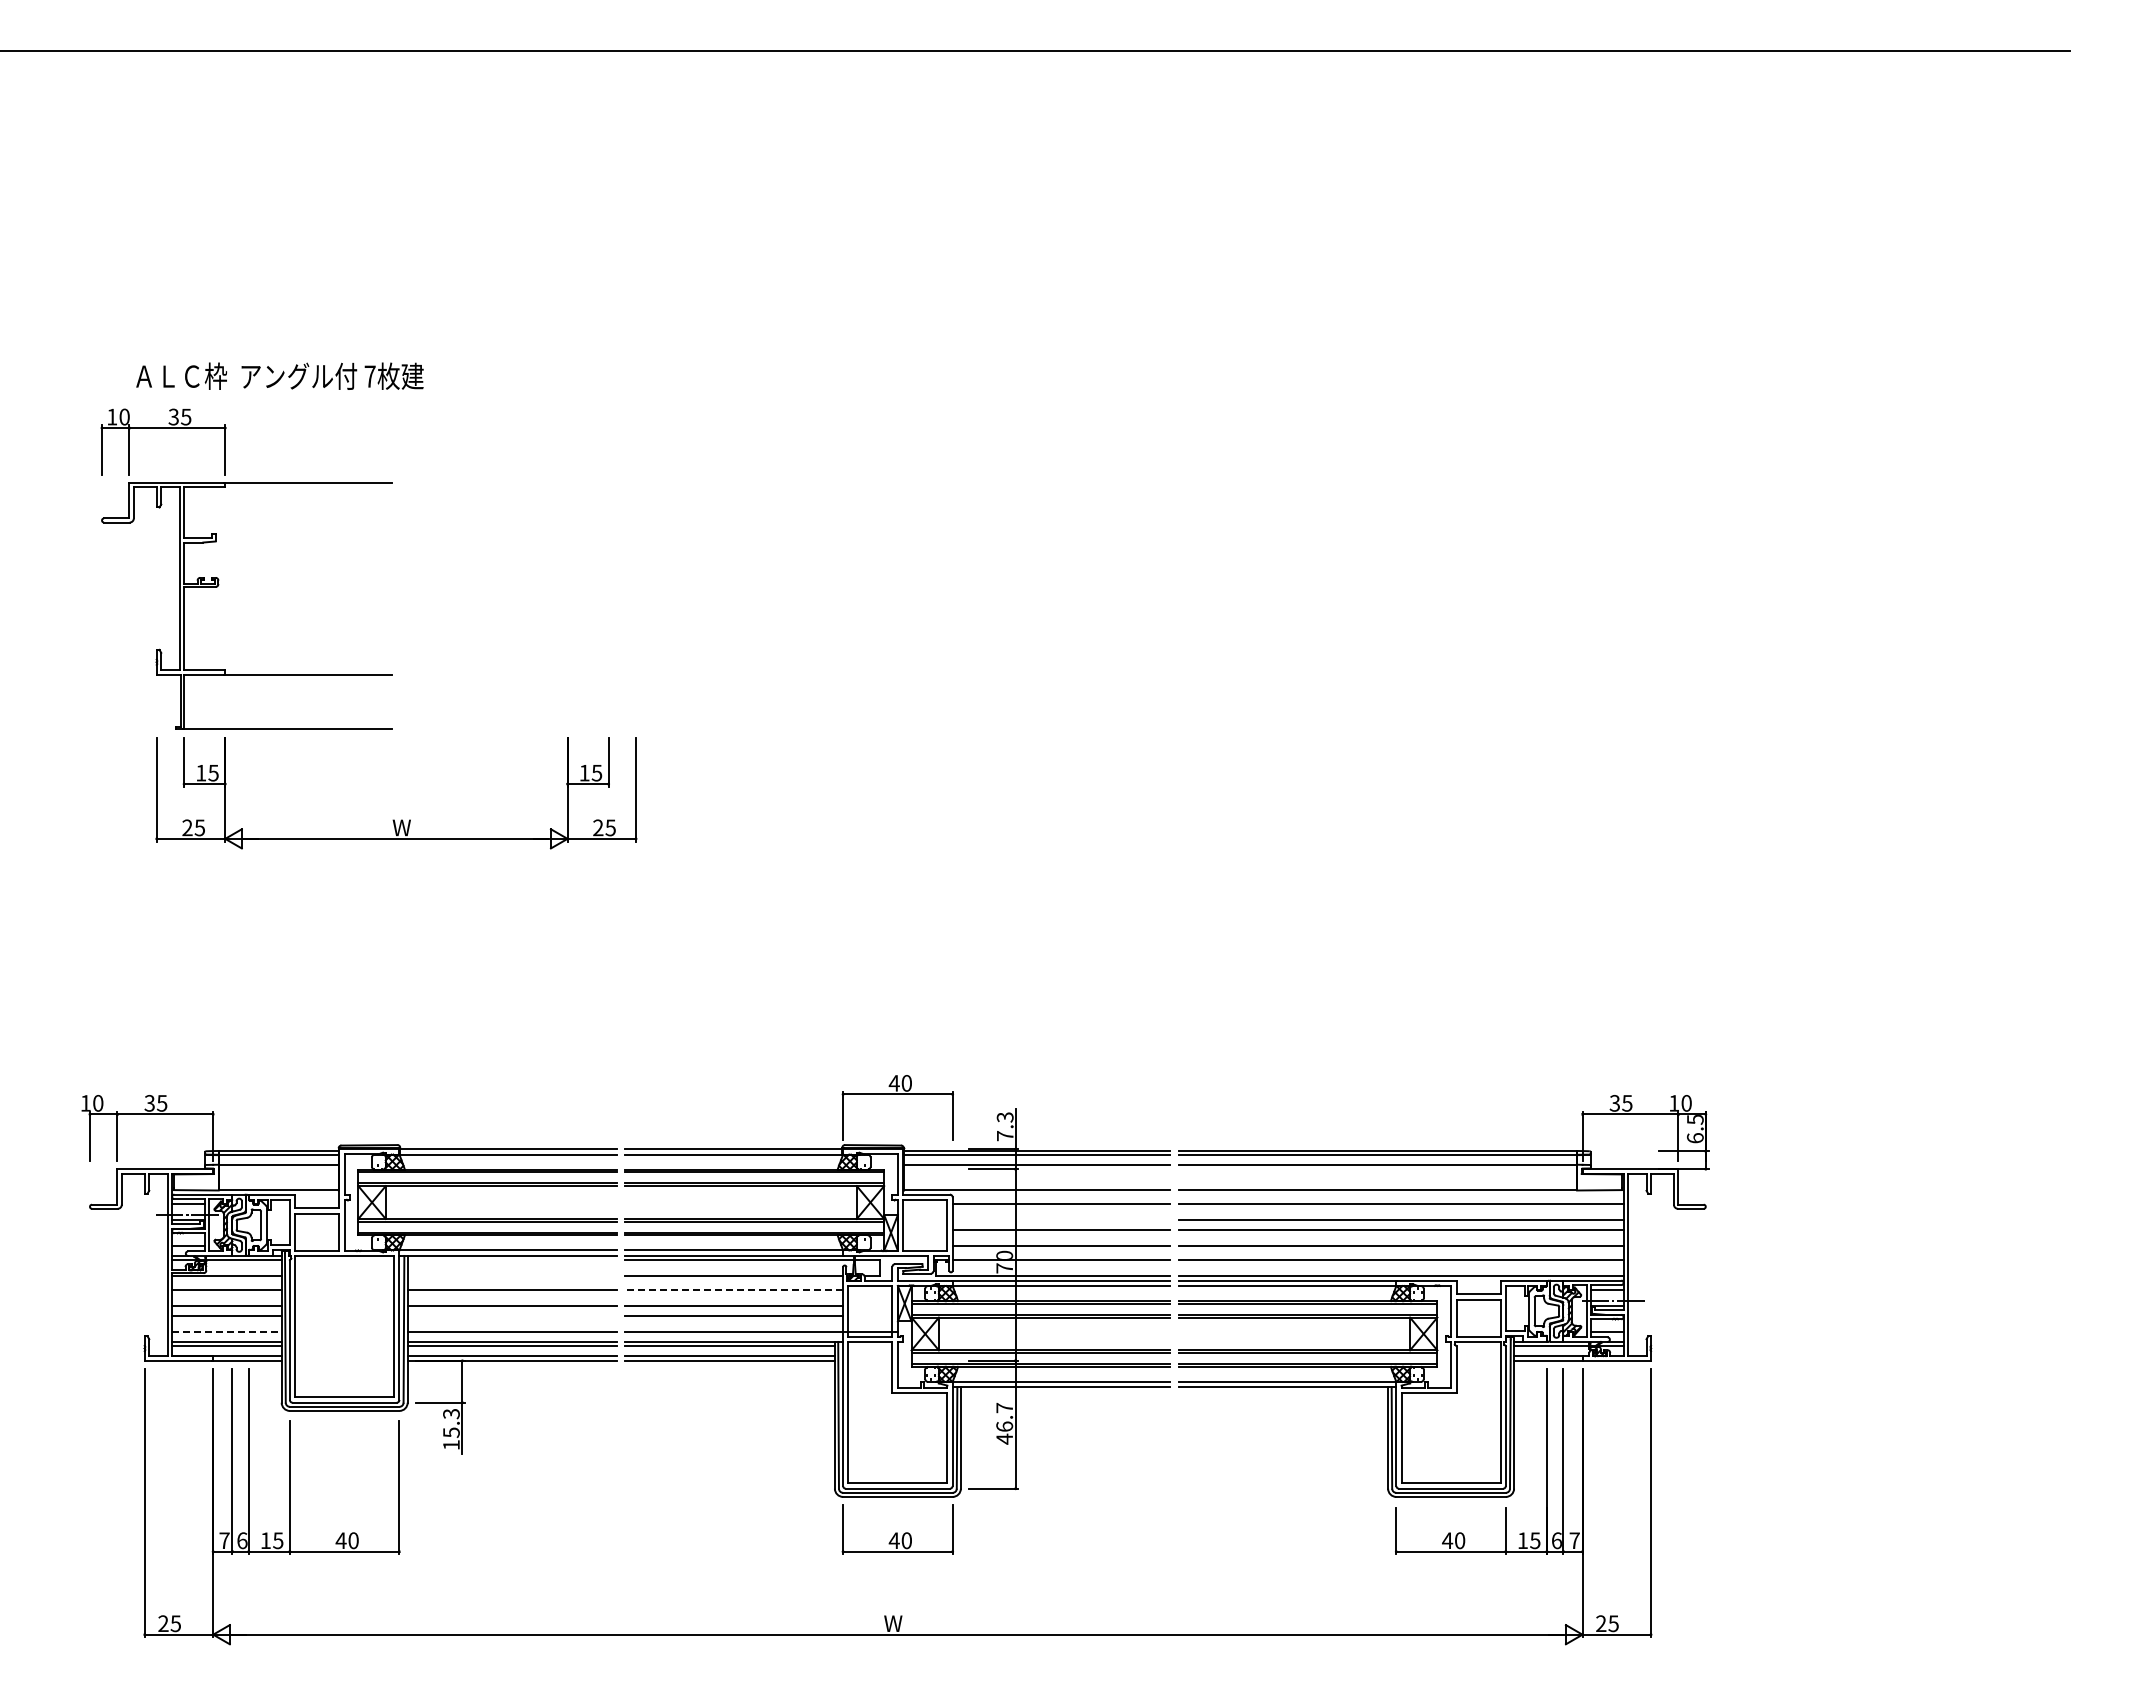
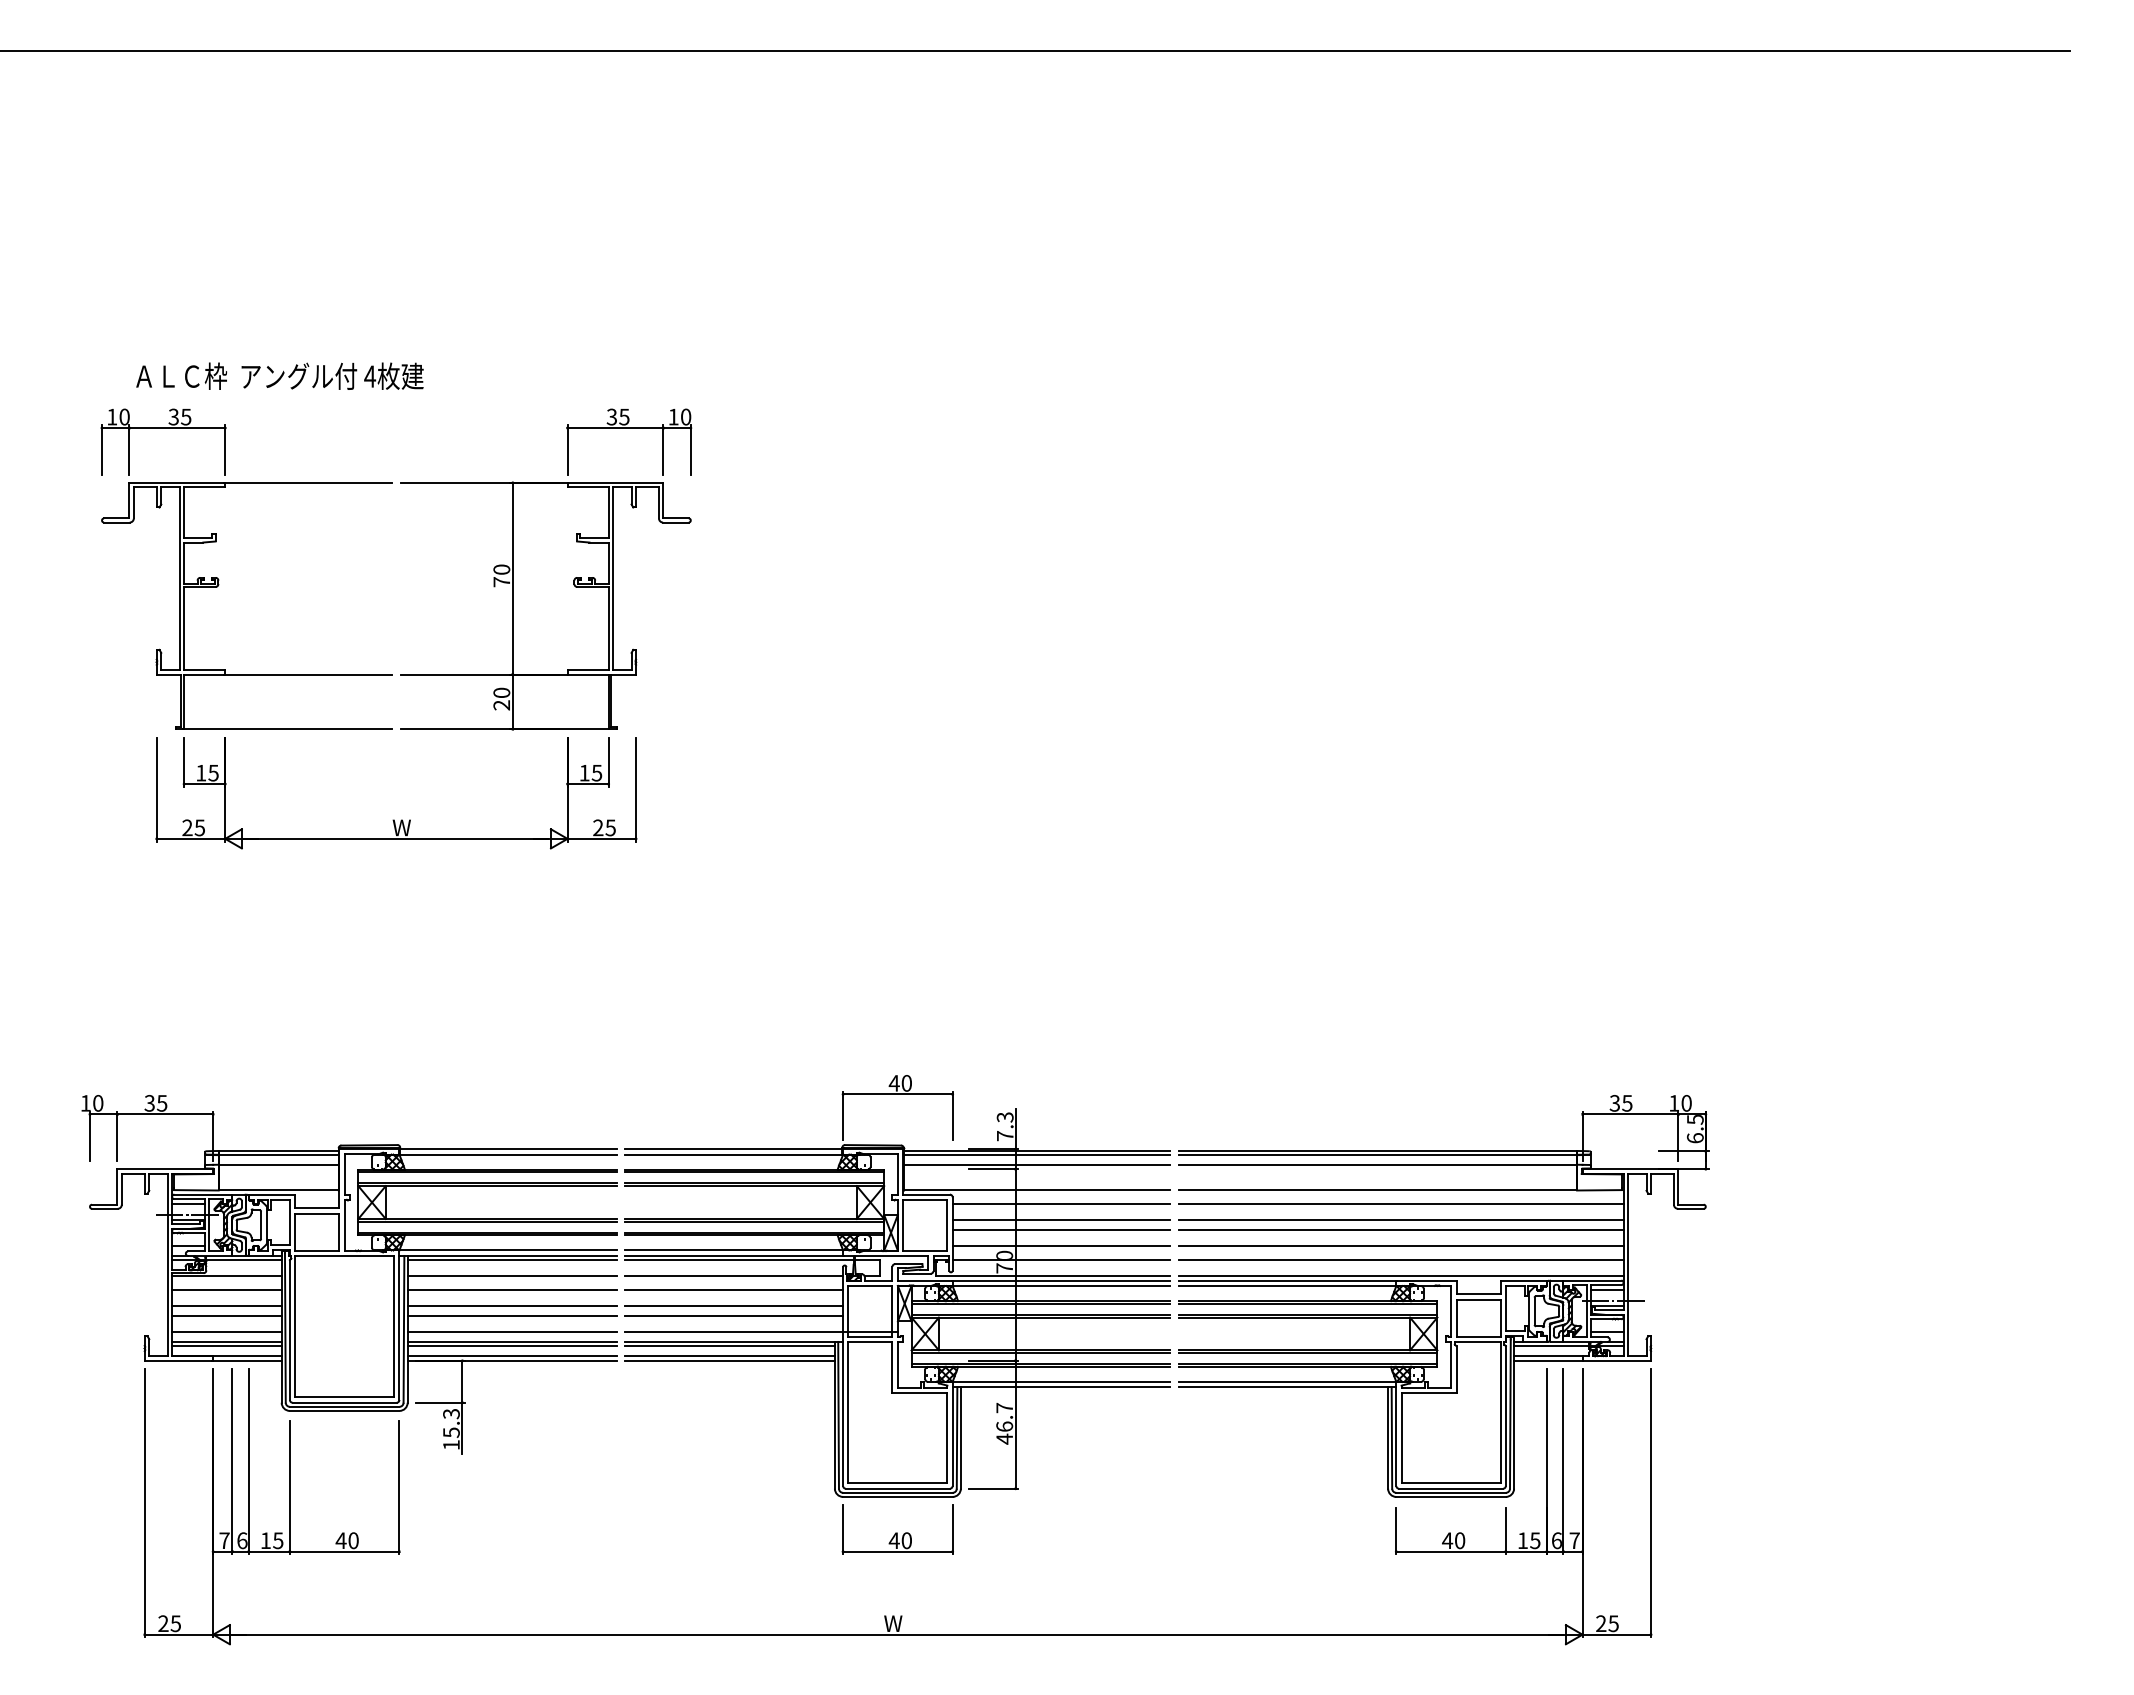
text at (370, 376): 7 -> 4
part at (546, 569): none -> present
line at (1061, 1220): none -> present
line at (512, 1260): none -> present
line at (512, 1276): none -> present
line at (734, 1290): dashed -> solid
line at (512, 1316): none -> present
line at (226, 1332): dashed -> solid
